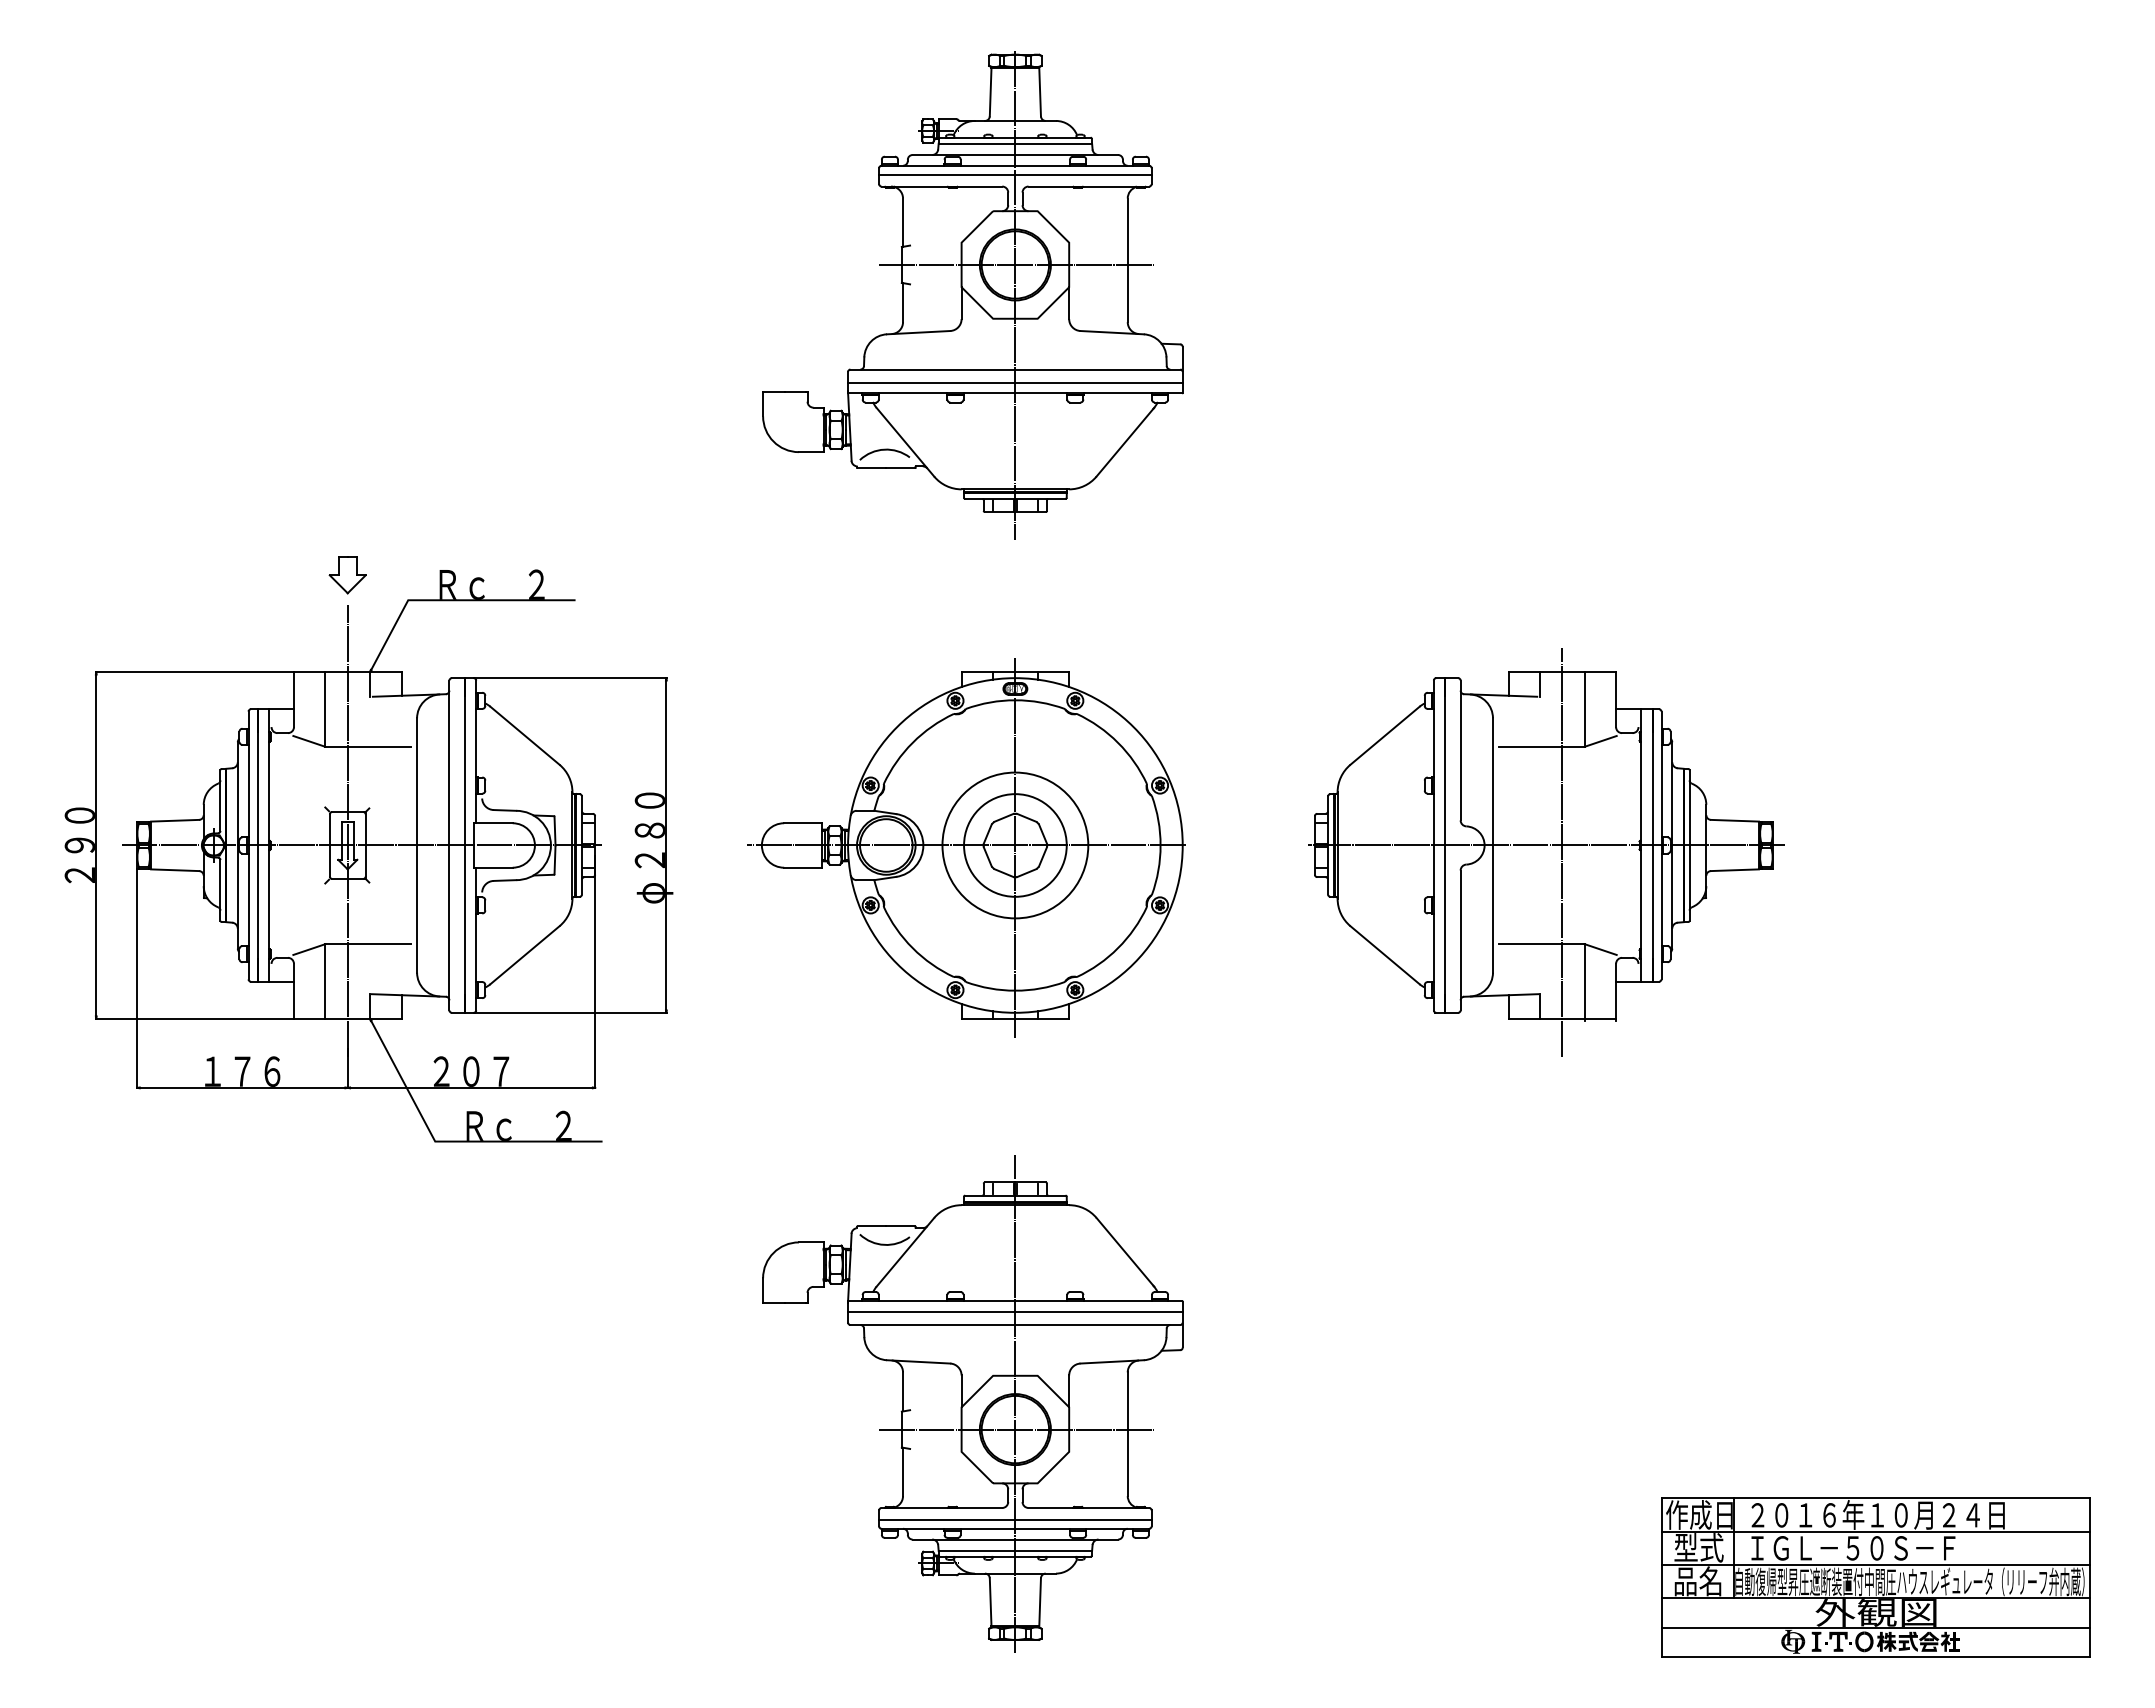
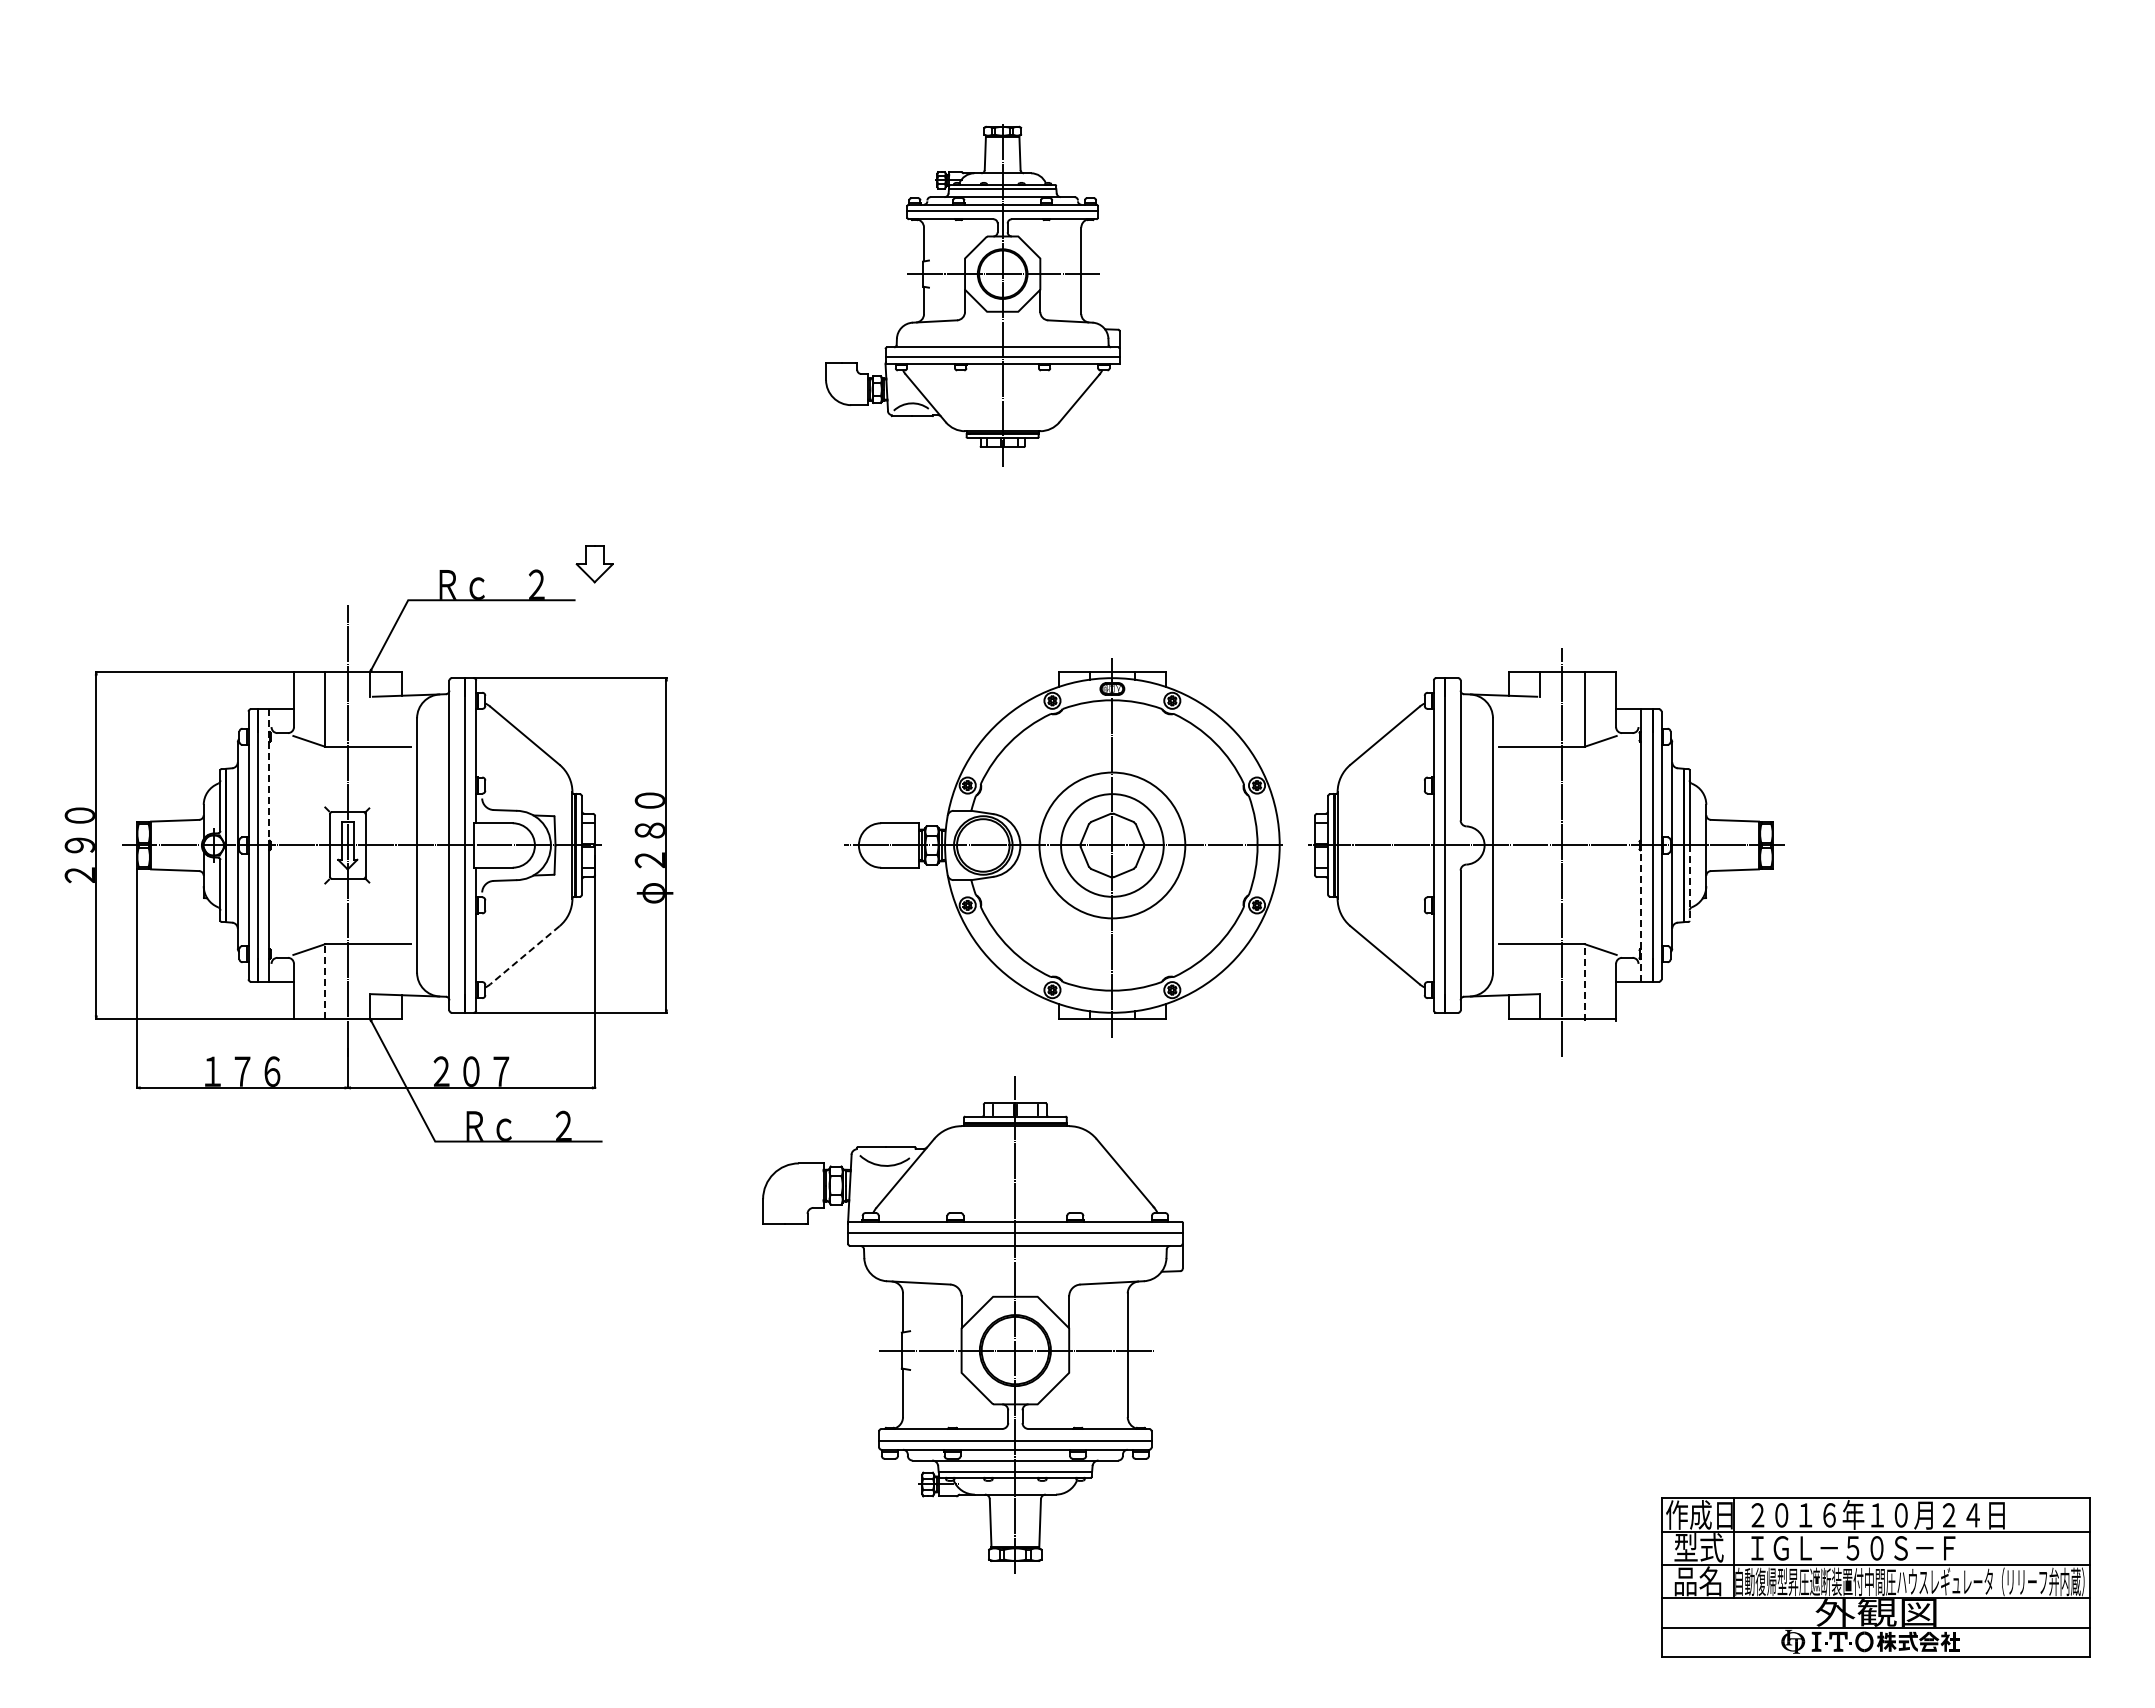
part at (972, 295) size: 422x489 px -> 296x343 px
part at (347, 575) position: (347, 575) -> (594, 564)
line at (269, 777): solid -> dashed
part at (966, 847) position: (966, 847) -> (1063, 847)
line at (1689, 883): solid -> dashed
line at (1640, 913): solid -> dashed
line at (524, 955): solid -> dashed
line at (325, 980): solid -> dashed
line at (1584, 982): solid -> dashed
part at (972, 1403) position: (972, 1403) -> (972, 1324)
